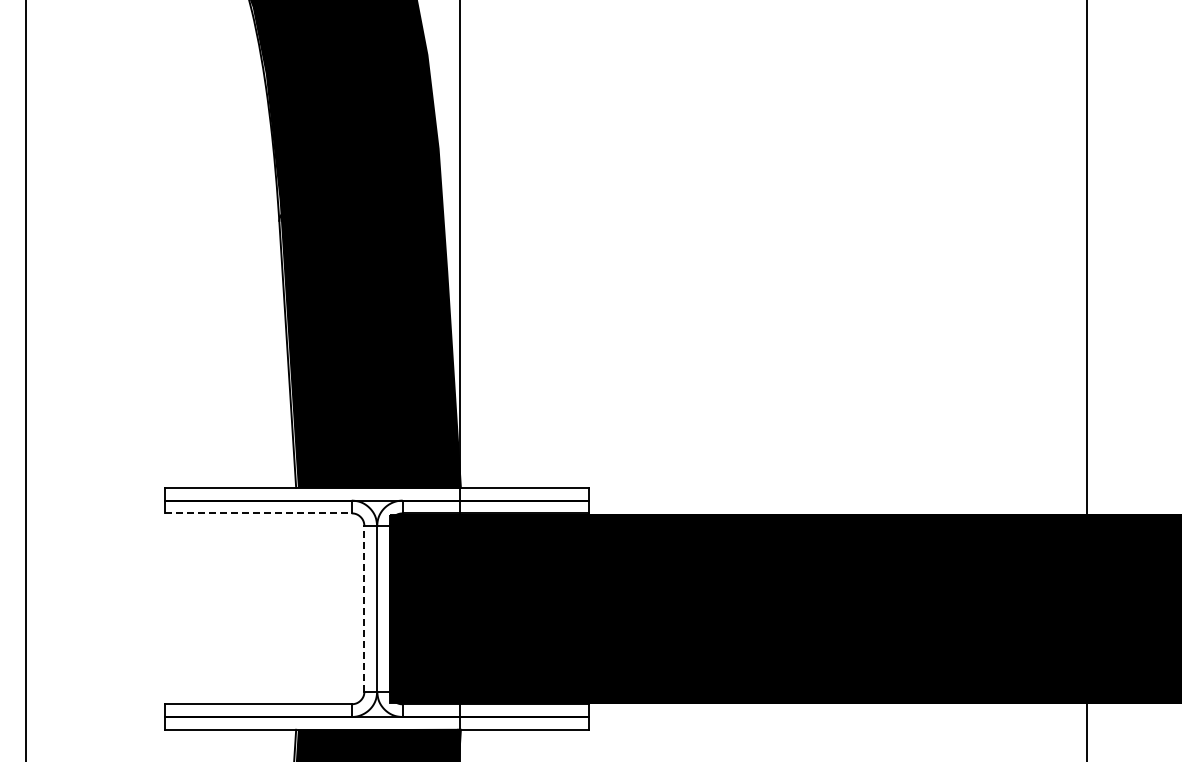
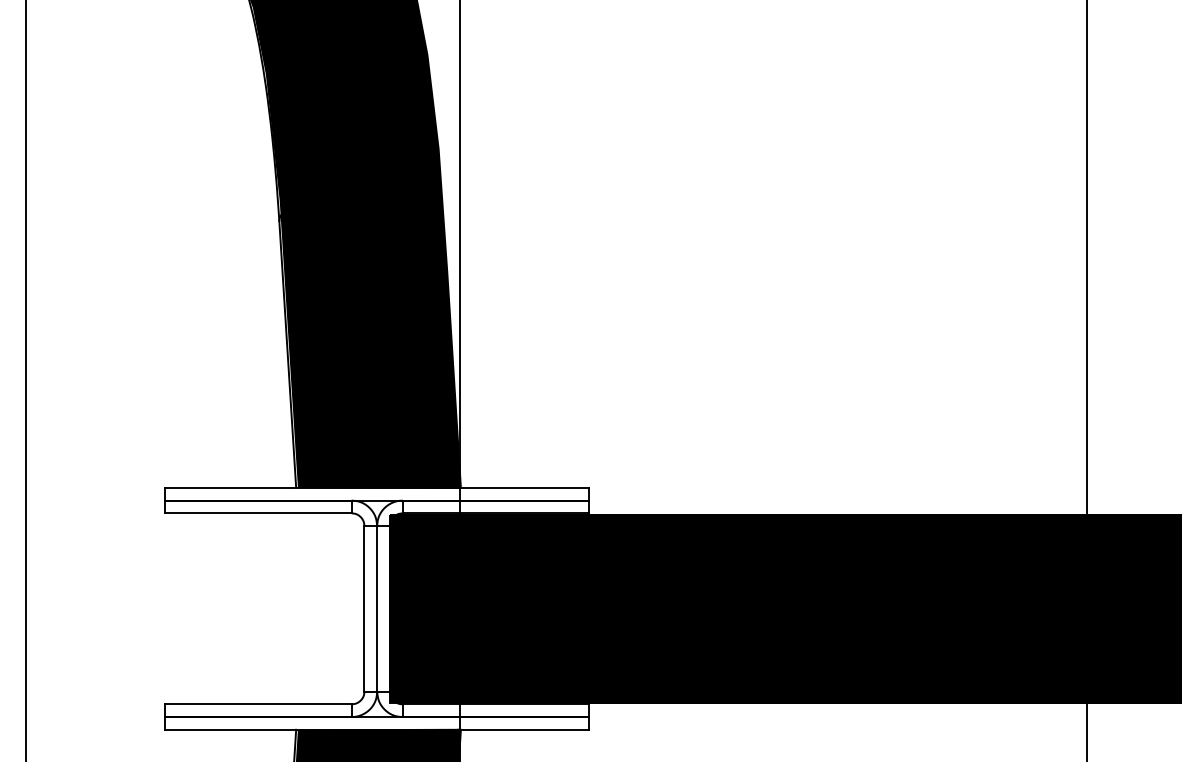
line at (258, 513): dashed -> solid
line at (364, 608): dashed -> solid
